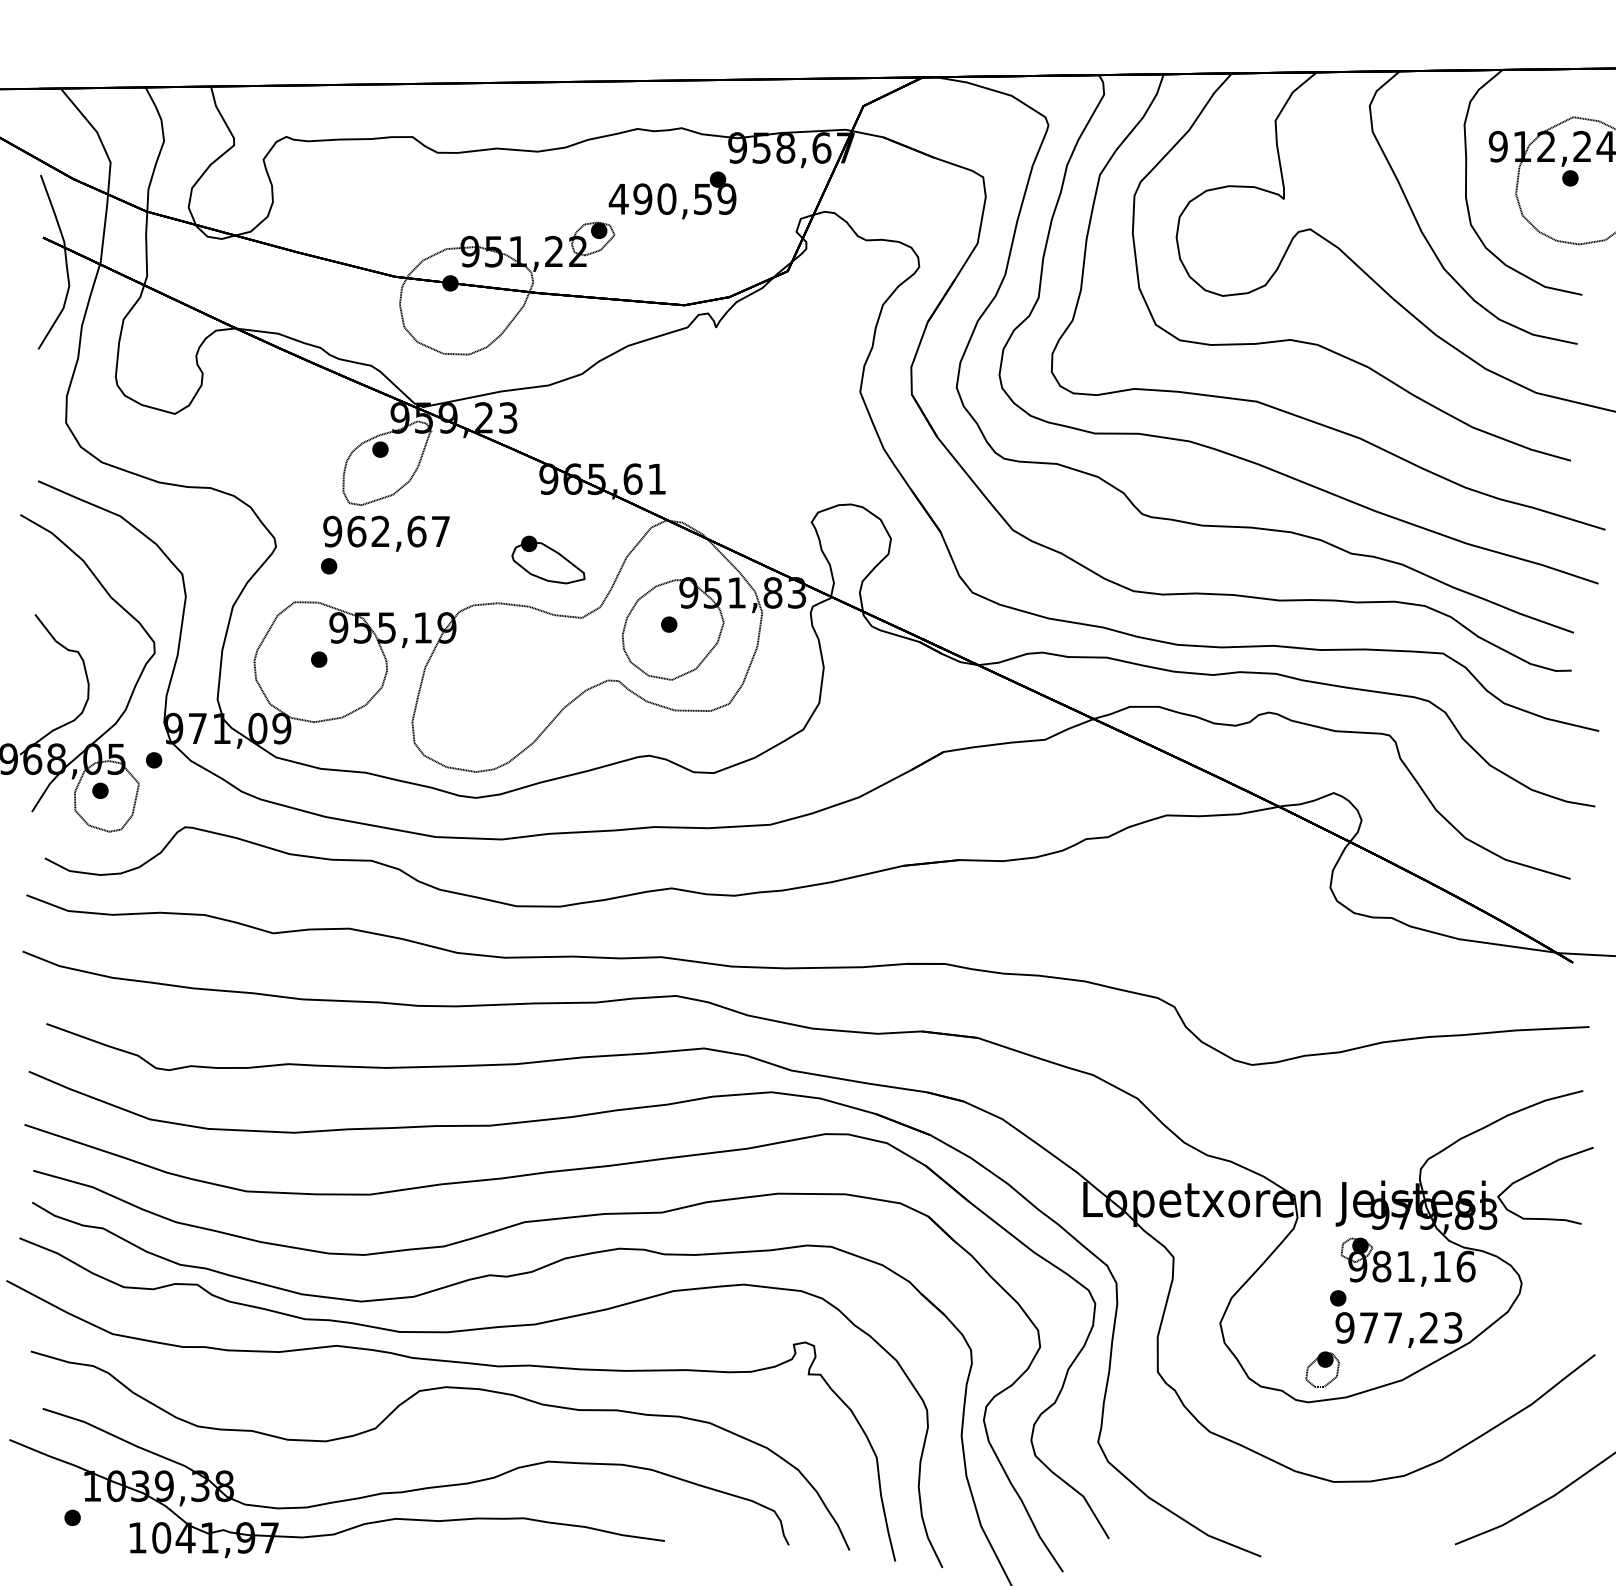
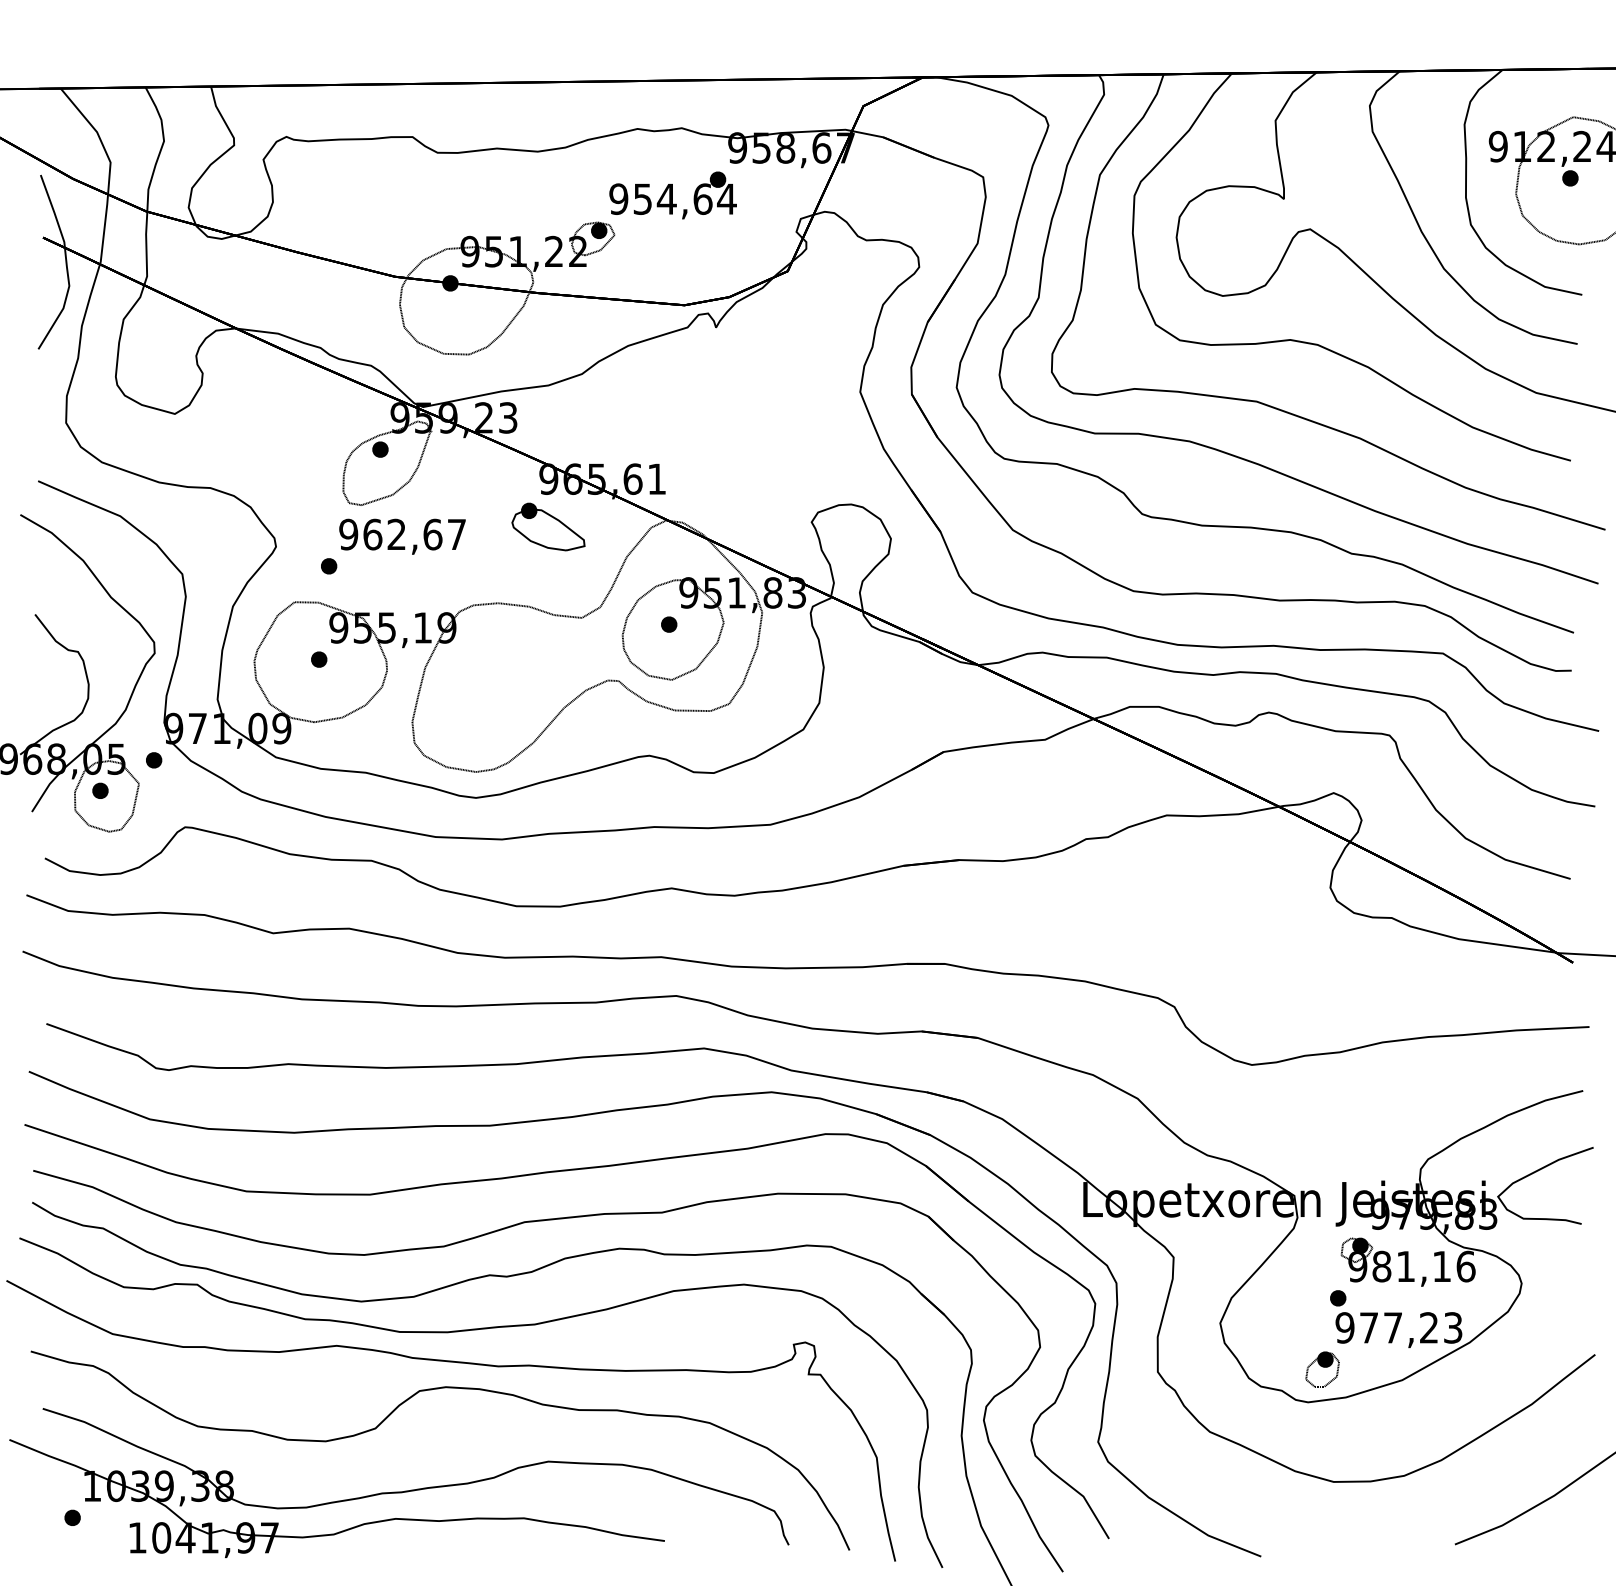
text at (672, 198): 490,59 -> 954,64
text at (386, 533) position: (386, 533) -> (402, 536)
part at (548, 559) position: (548, 559) -> (548, 526)
